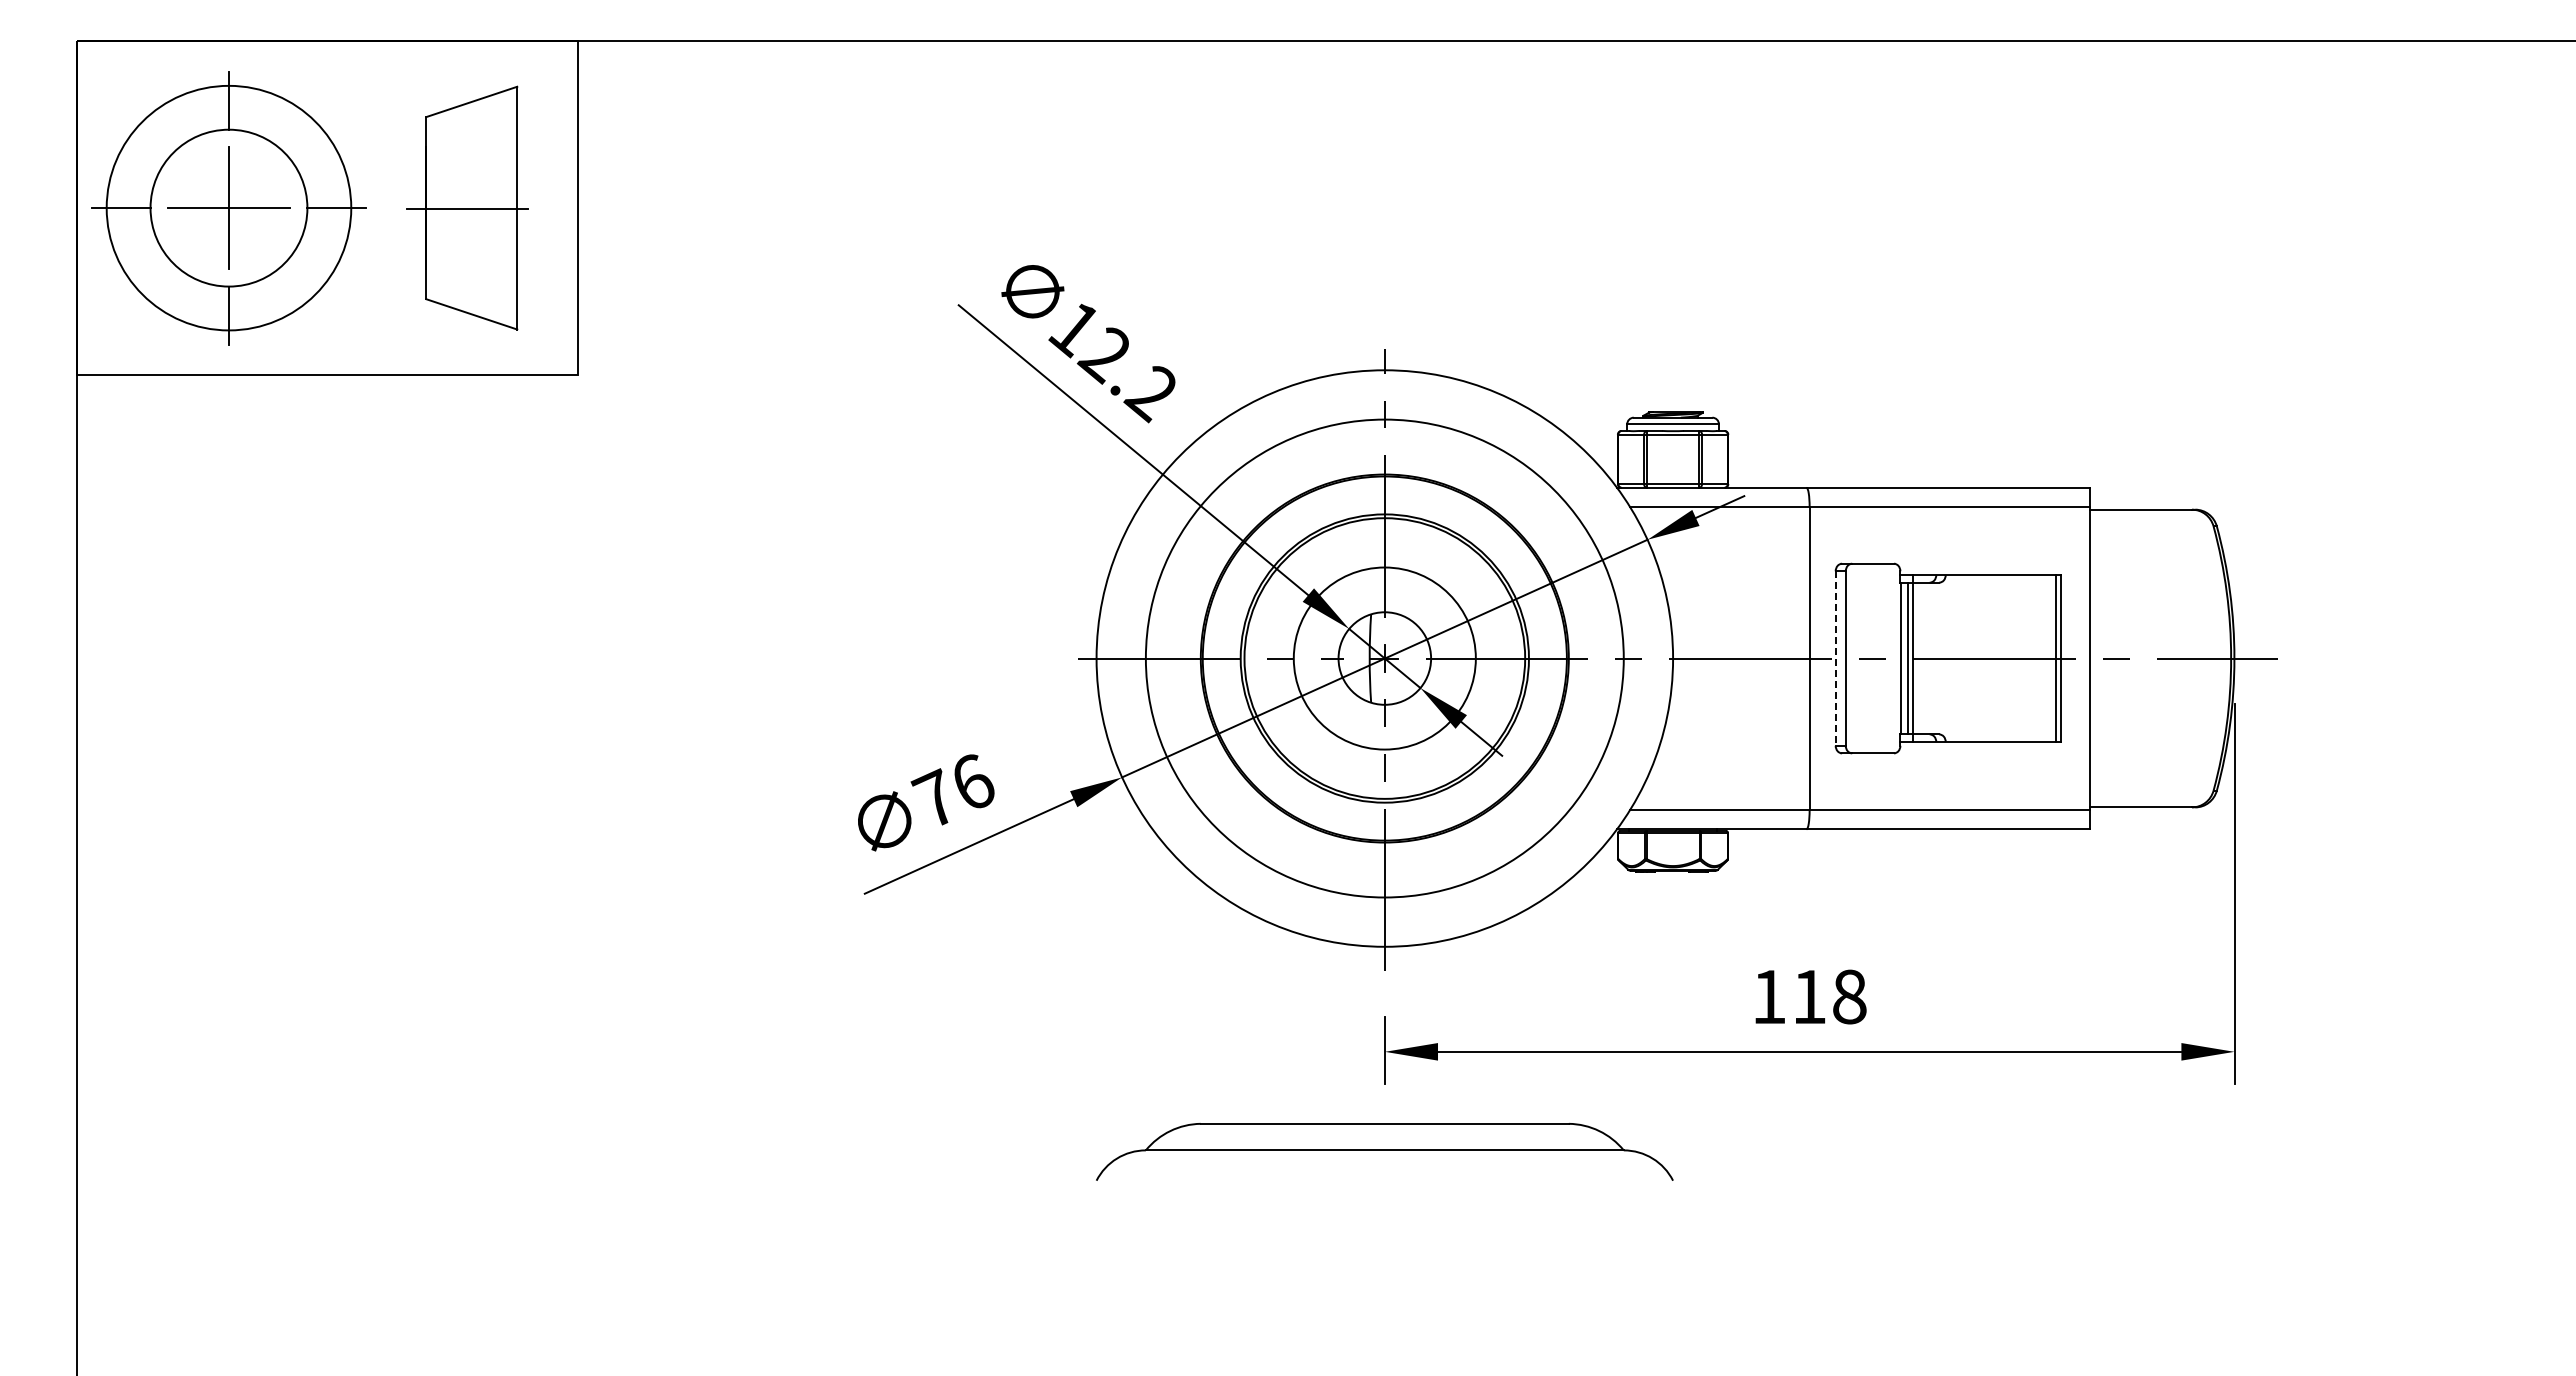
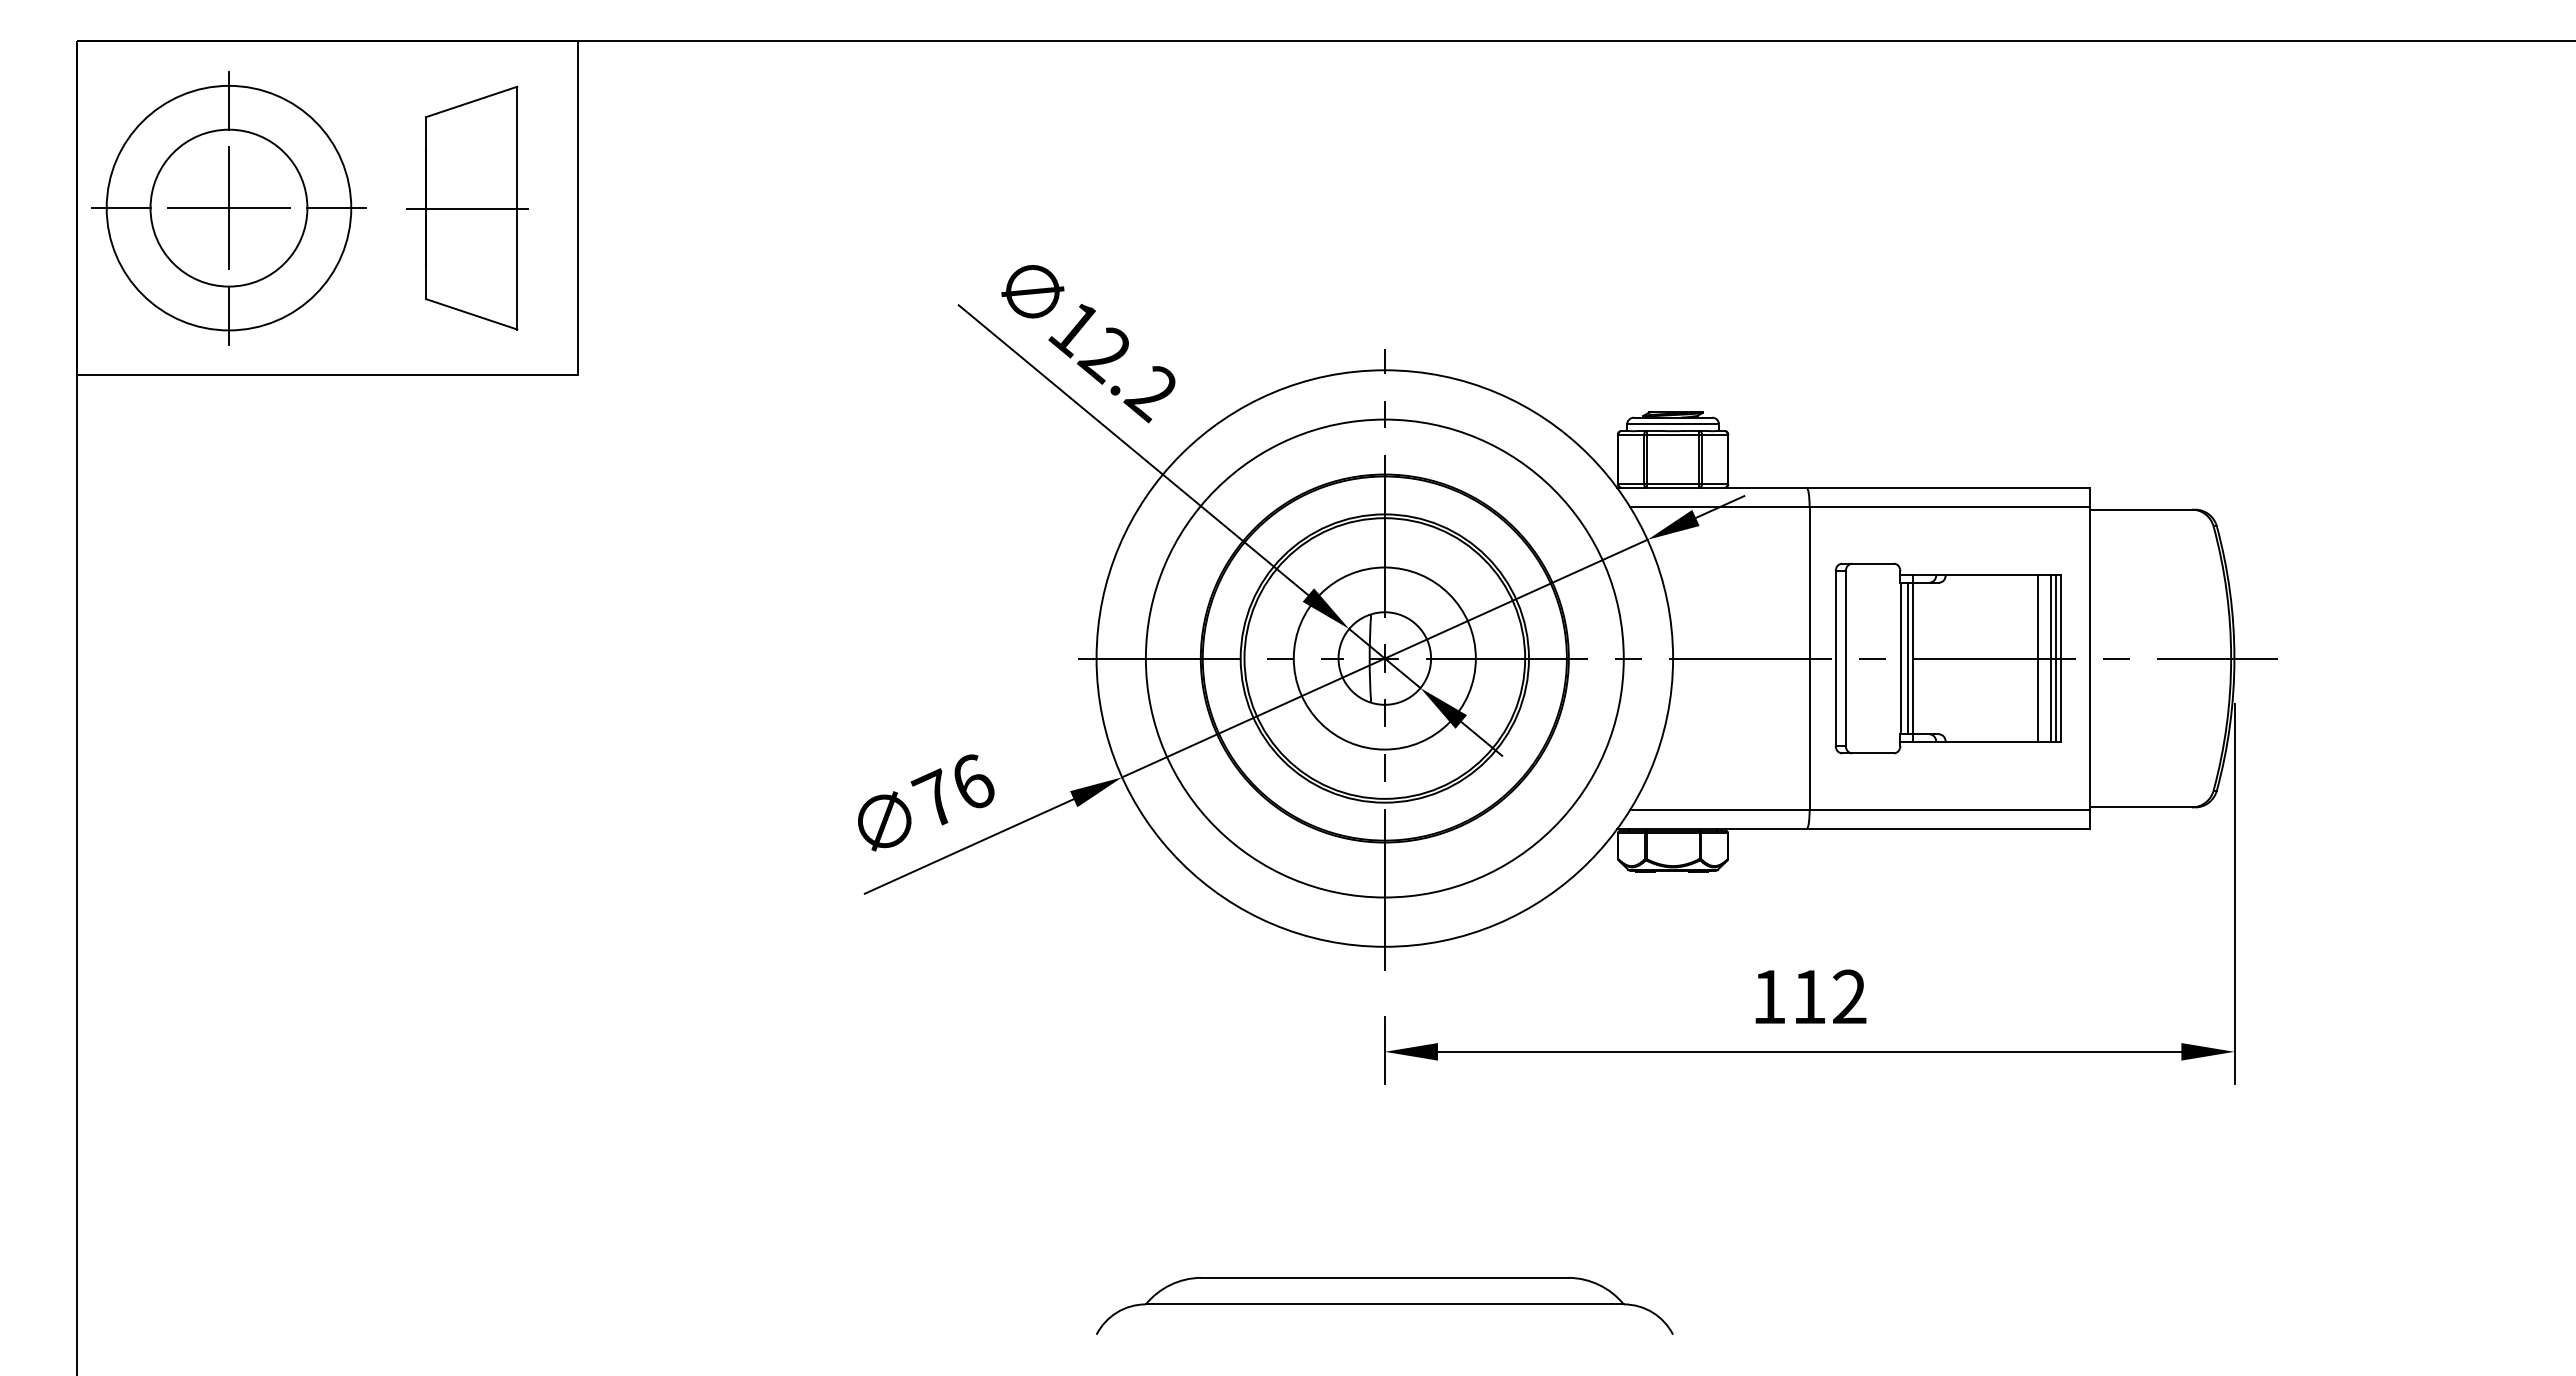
line at (2038, 658): none -> present
line at (2051, 658): none -> present
line at (1835, 659): dashed -> solid
text at (1849, 996): 118 -> 112
part at (1384, 1151) position: (1384, 1151) -> (1384, 1305)
